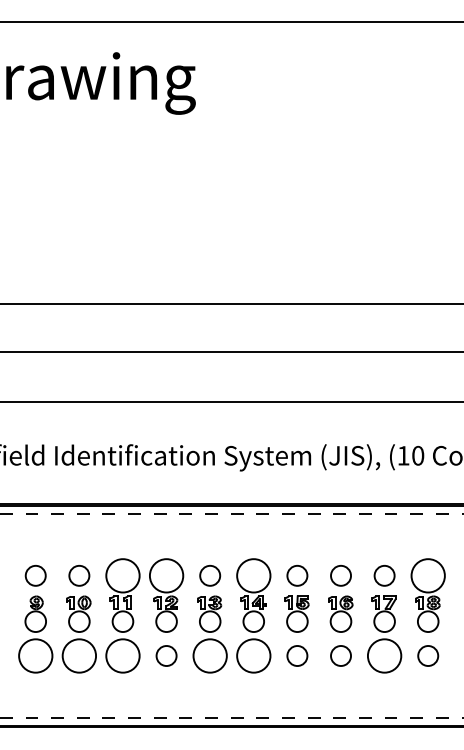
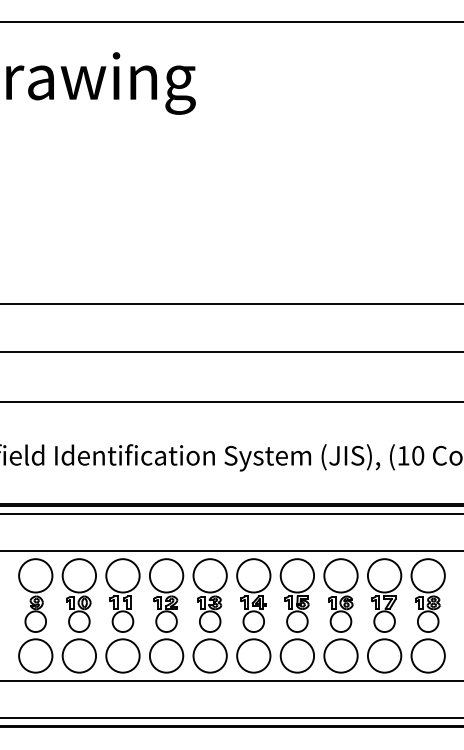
line at (231, 513): dashed -> solid
line at (231, 550): none -> present
circle at (35, 575) diameter: 20 px -> 33 px
circle at (79, 575) diameter: 20 px -> 33 px
circle at (210, 575) diameter: 20 px -> 33 px
circle at (297, 575) diameter: 20 px -> 33 px
circle at (341, 575) diameter: 20 px -> 33 px
circle at (384, 575) diameter: 20 px -> 33 px
circle at (166, 655) diameter: 20 px -> 33 px
circle at (297, 655) diameter: 20 px -> 33 px
circle at (341, 655) diameter: 20 px -> 33 px
circle at (428, 655) diameter: 20 px -> 33 px
line at (231, 680): none -> present
line at (231, 718): dashed -> solid
